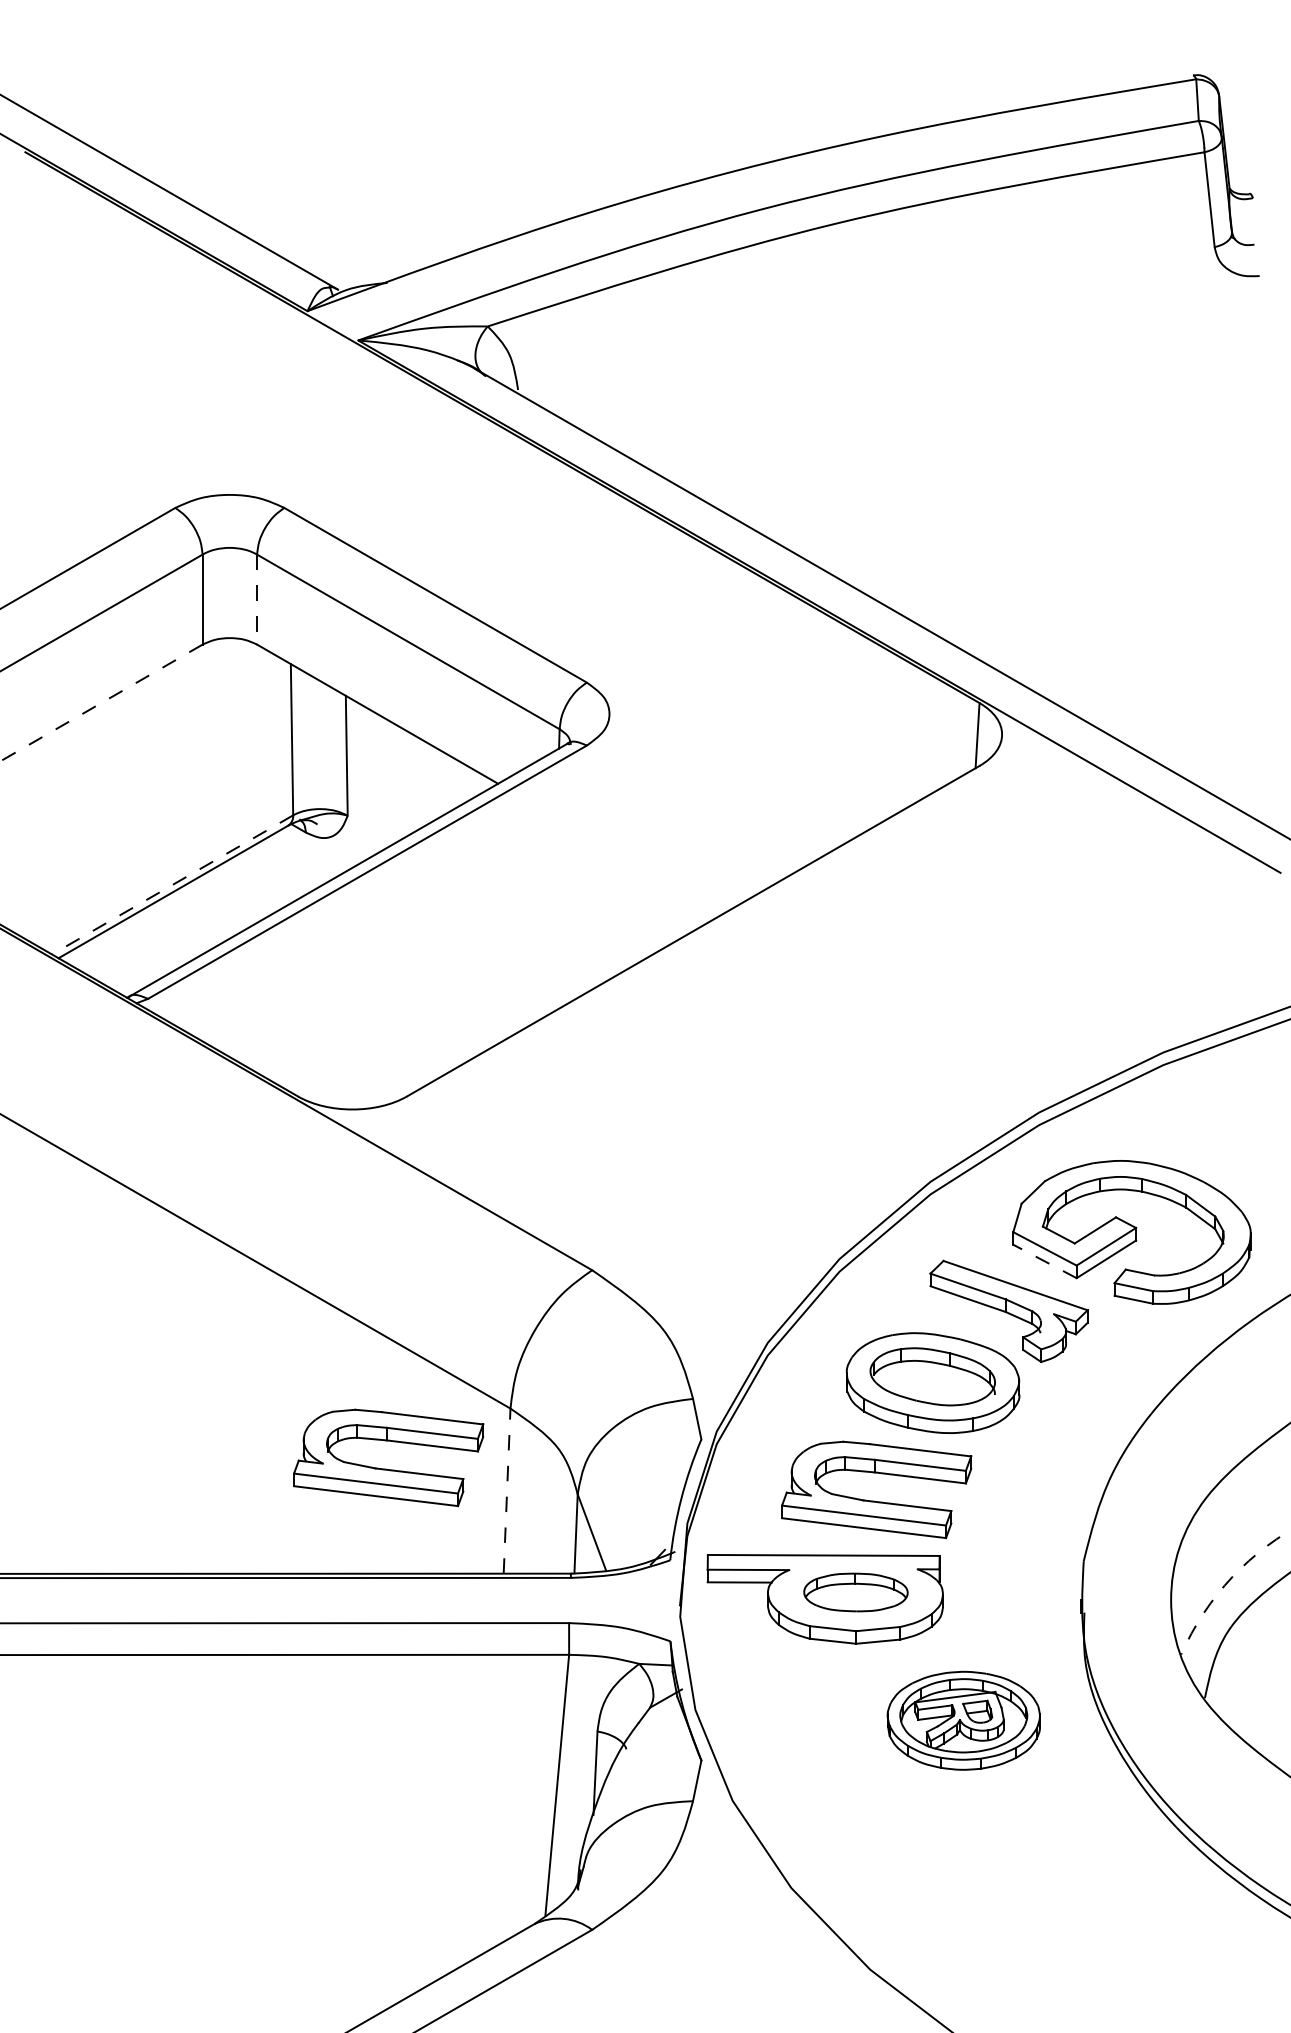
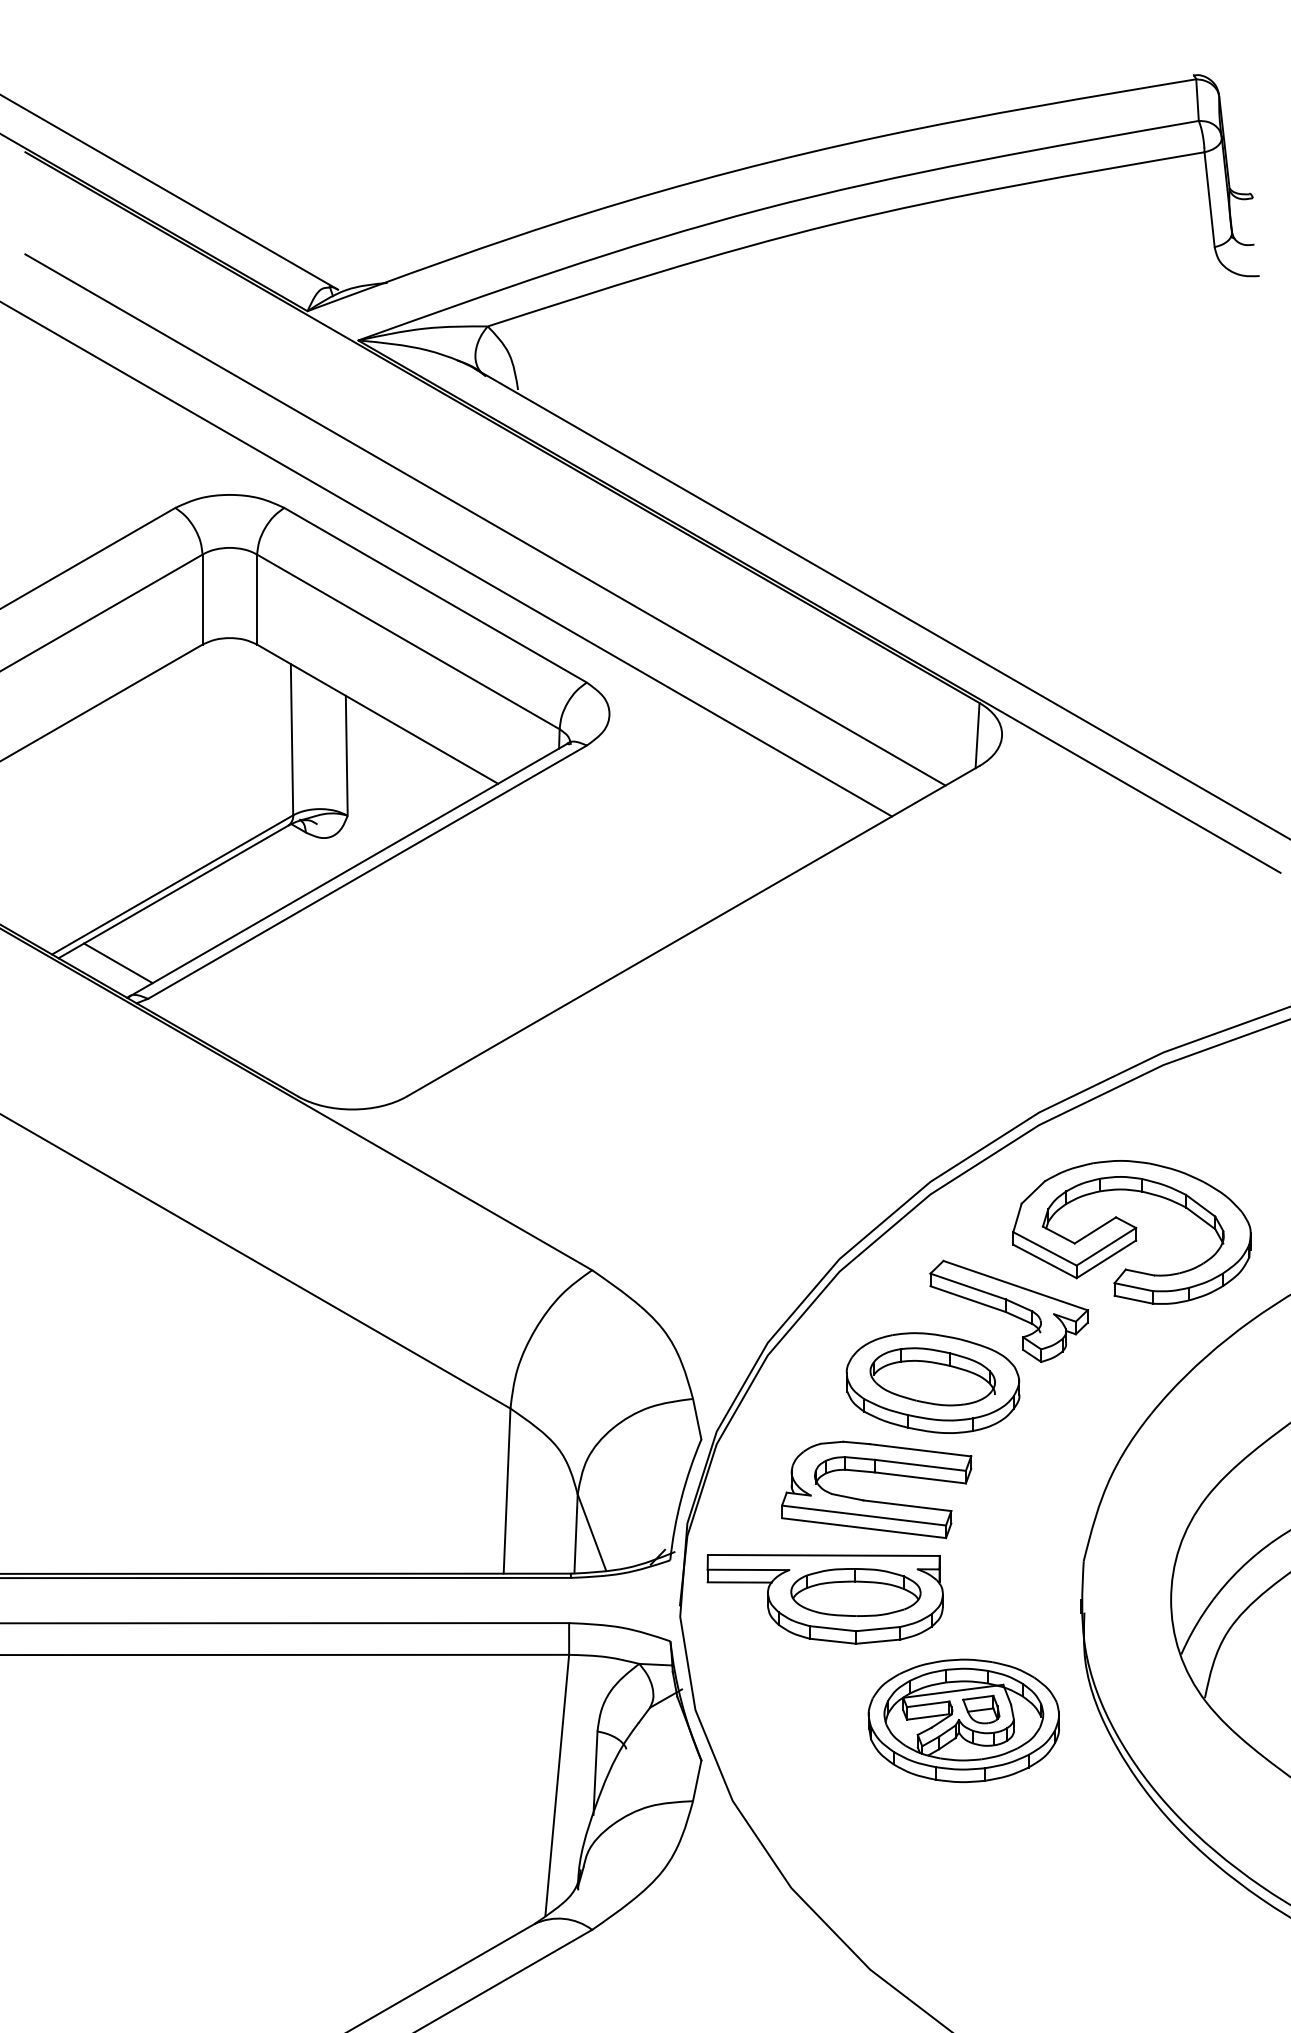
line at (485, 519): none -> present
line at (447, 559): none -> present
line at (257, 599): dashed -> solid
line at (101, 703): dashed -> solid
line at (172, 885): dashed -> solid
line at (118, 963): none -> present
line at (1044, 1261): dashed -> solid
part at (386, 1468): present -> none
line at (507, 1491): dashed -> solid
arc at (1226, 1583): dashed -> solid
part at (855, 1592) size: 106x41 px -> 132x49 px
part at (963, 1720) size: 155x101 px -> 193x125 px
